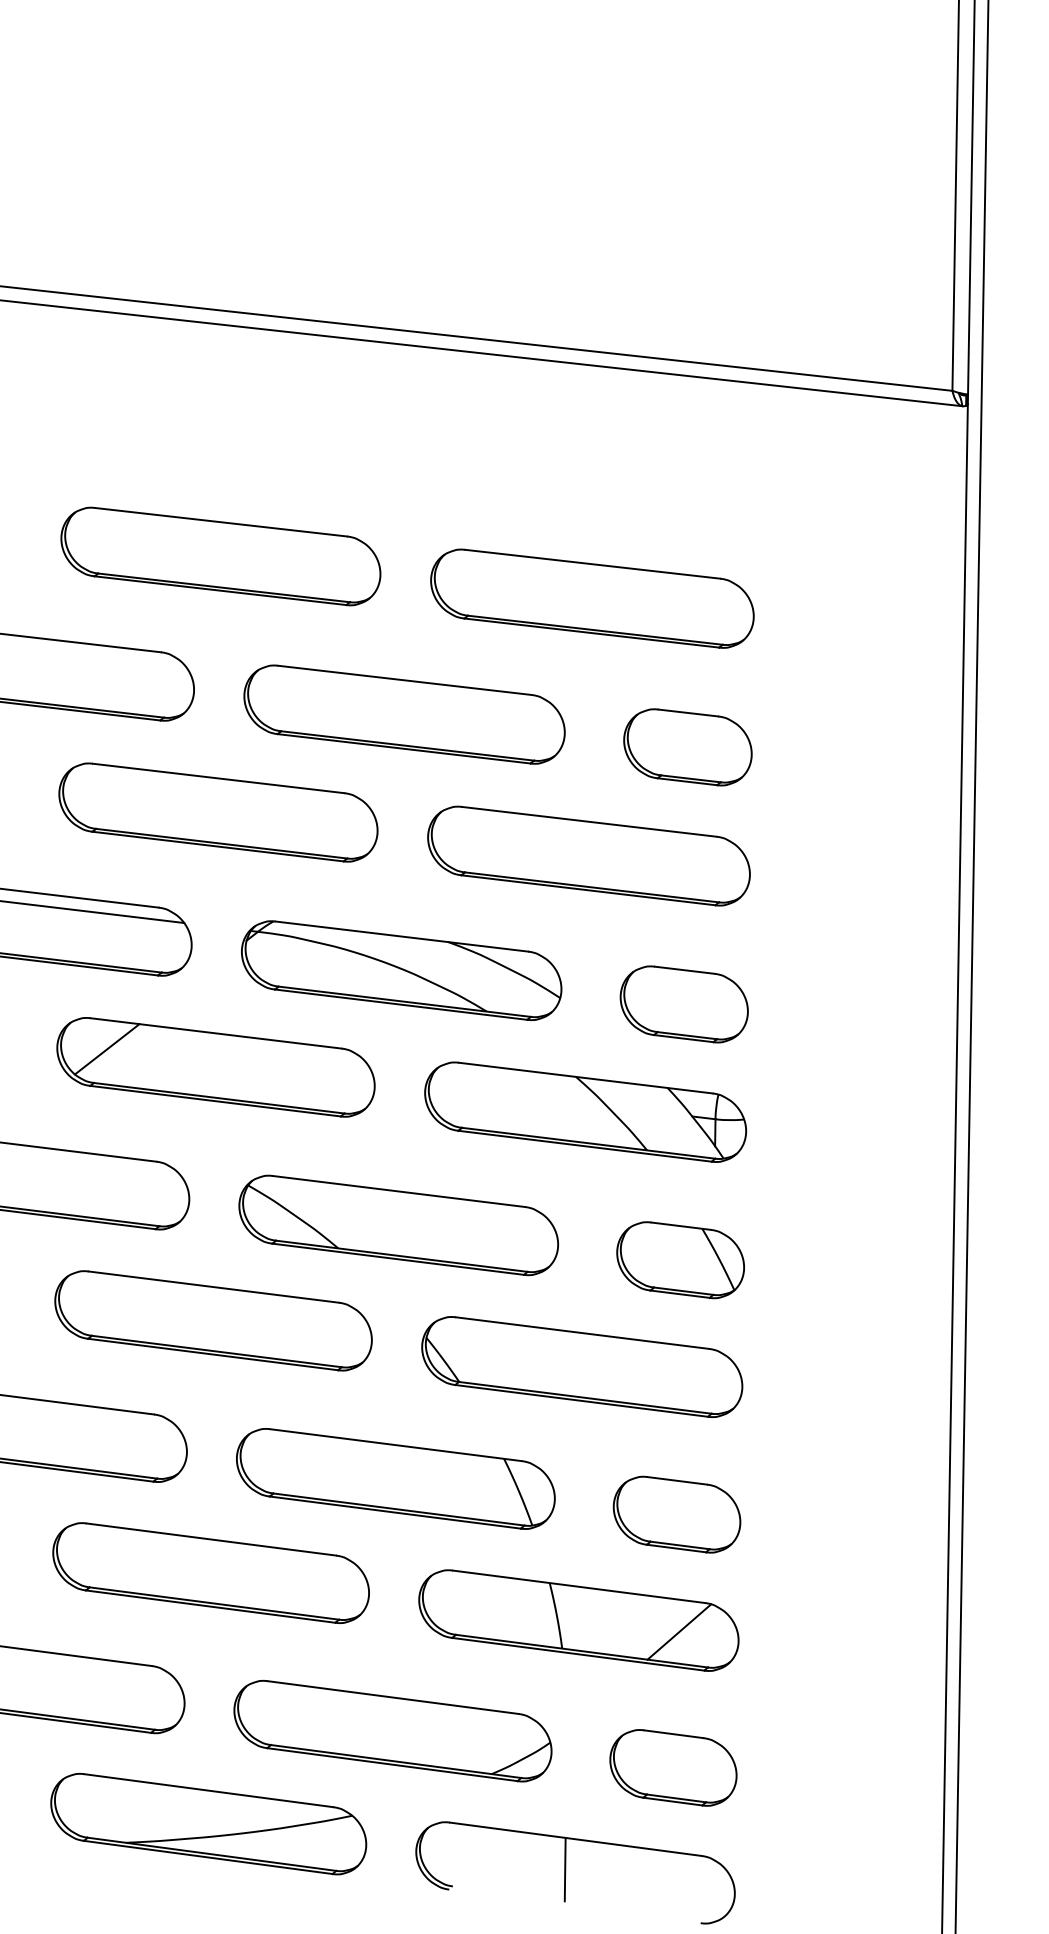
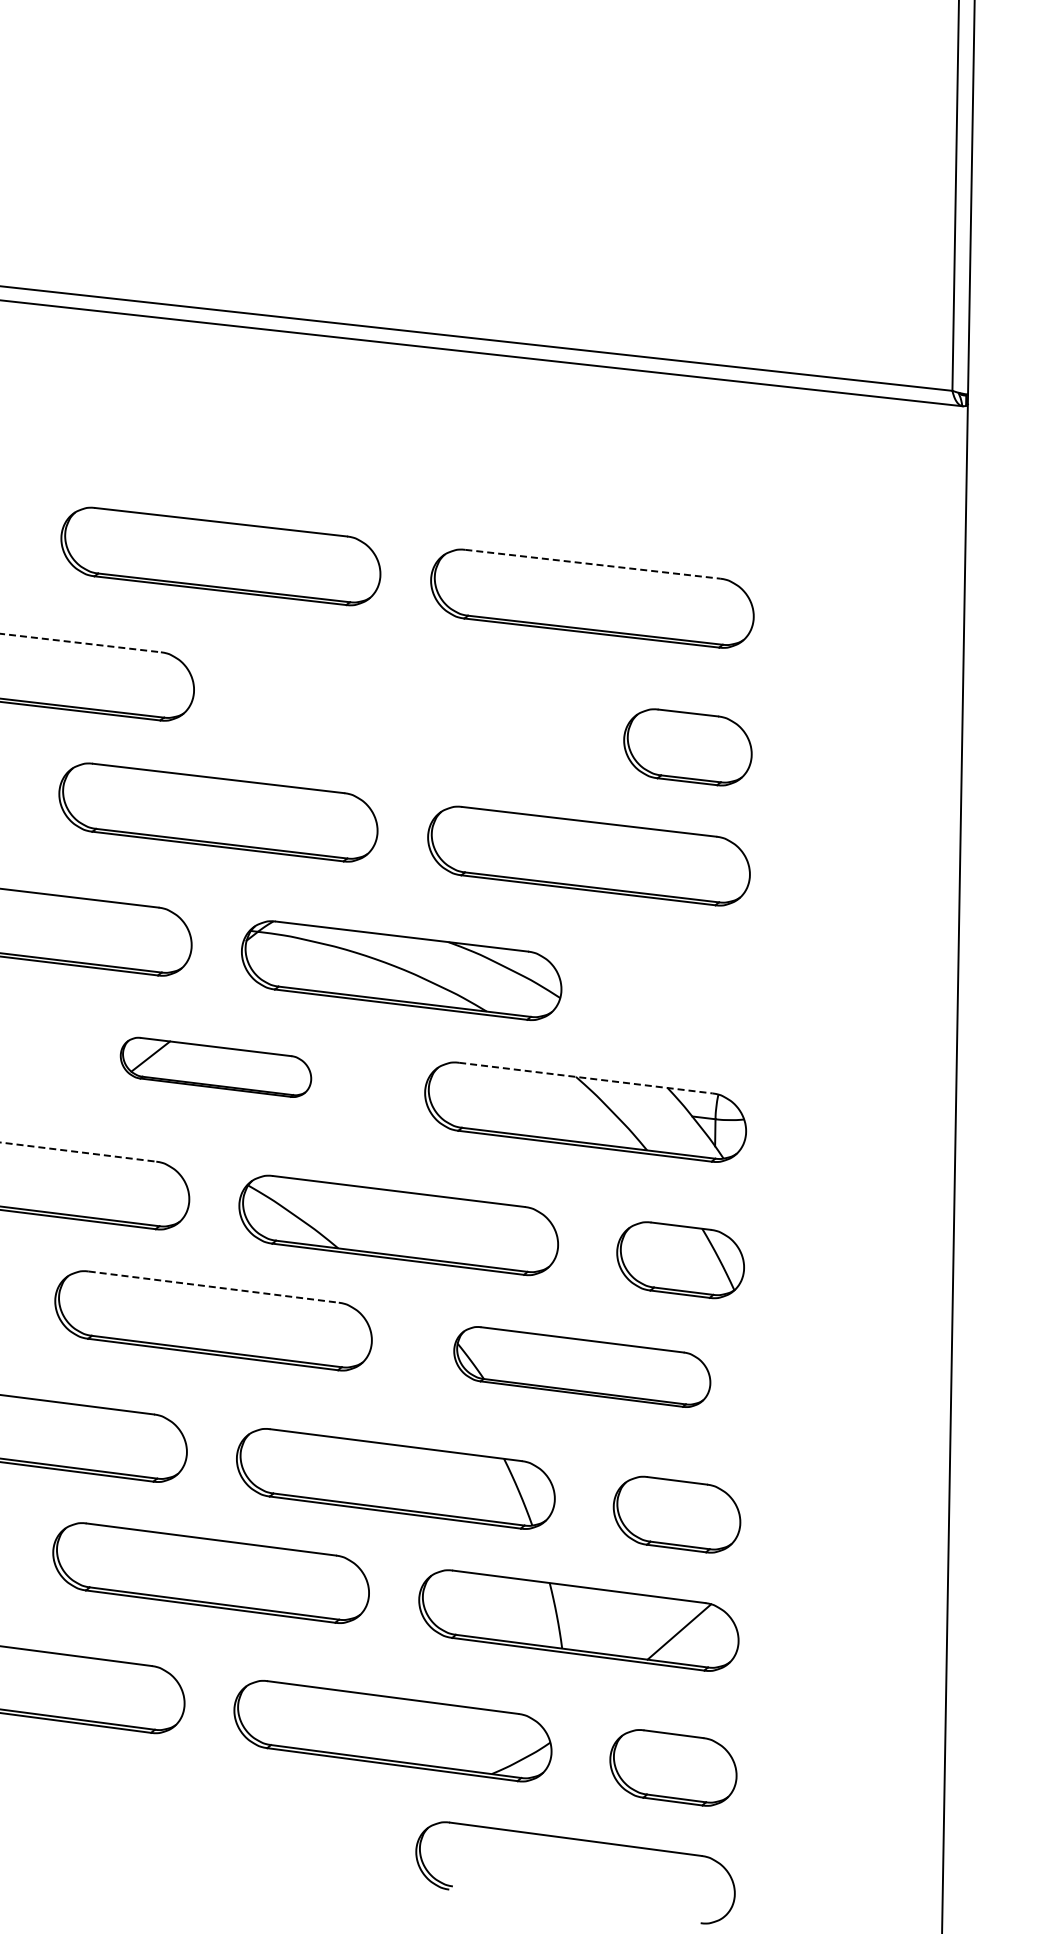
line at (593, 564): solid -> dashed
line at (80, 643): solid -> dashed
part at (404, 714): present -> none
line at (93, 912): present -> none
line at (971, 966): present -> none
part at (683, 1004): present -> none
part at (215, 1067) size: 320x101 px -> 194x62 px
line at (585, 1078): solid -> dashed
line at (78, 1152): solid -> dashed
line at (213, 1287): solid -> dashed
part at (582, 1366) size: 323x102 px -> 259x82 px
part at (208, 1824): present -> none
line at (564, 1869): present -> none
